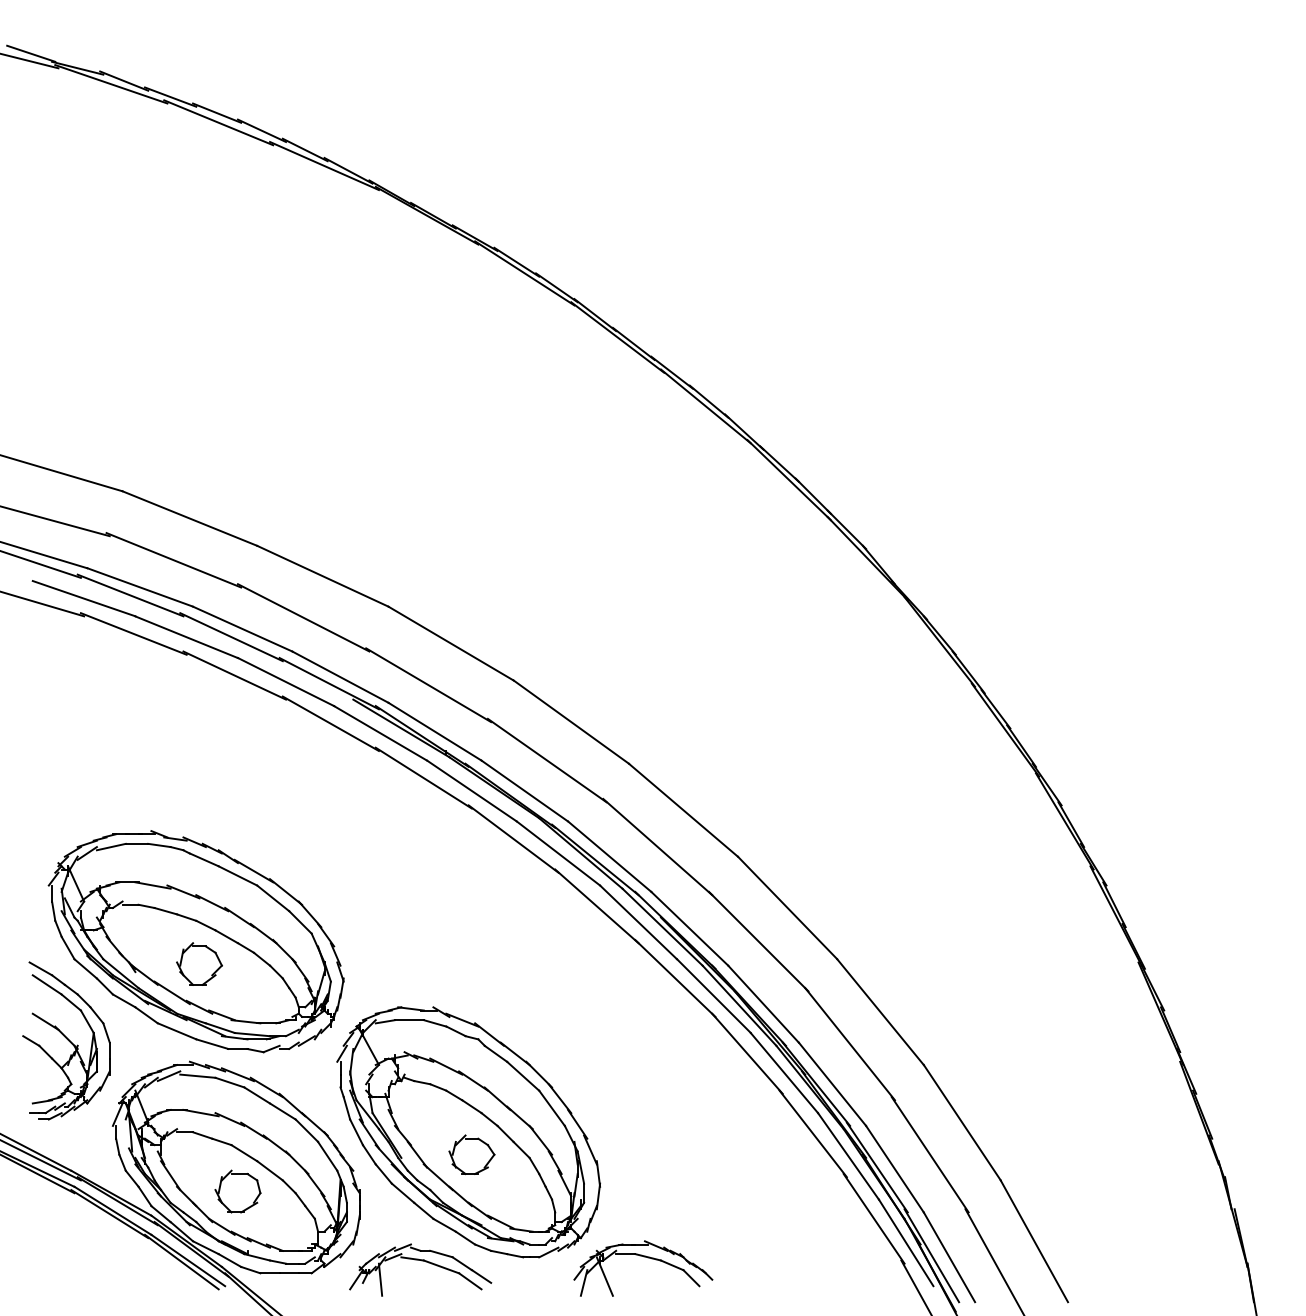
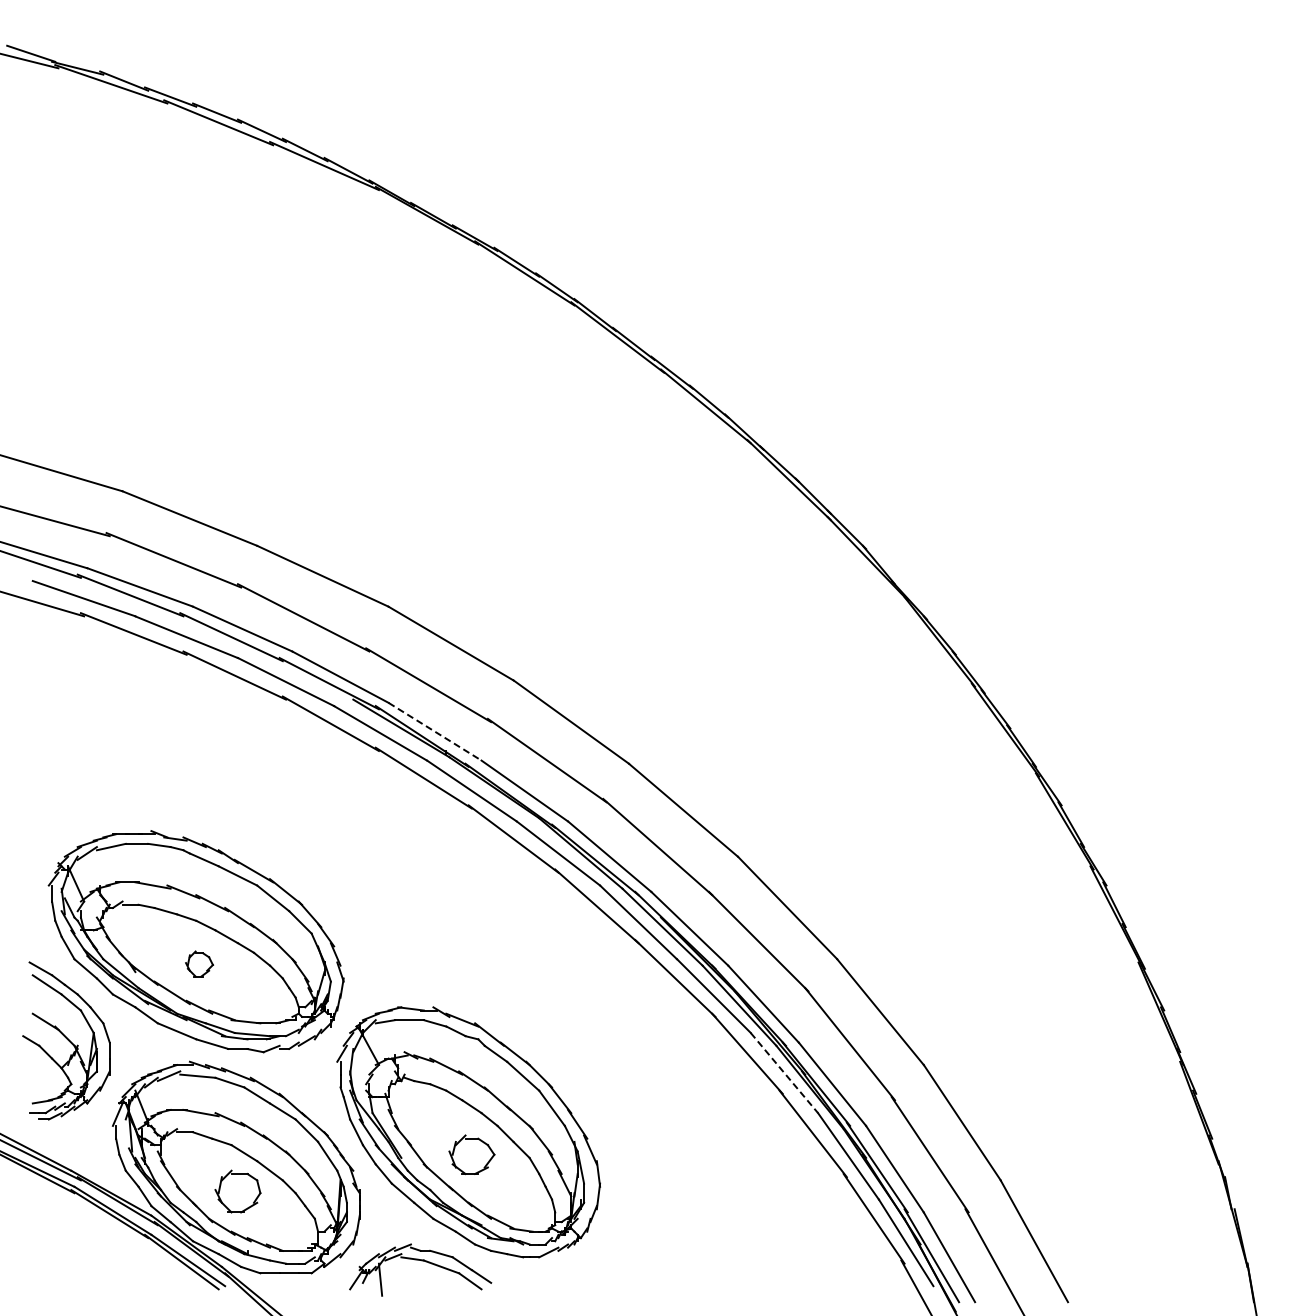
line at (435, 731): solid -> dashed
part at (199, 963) size: 47x44 px -> 29x28 px
line at (784, 1073): solid -> dashed
part at (647, 1258): present -> none
